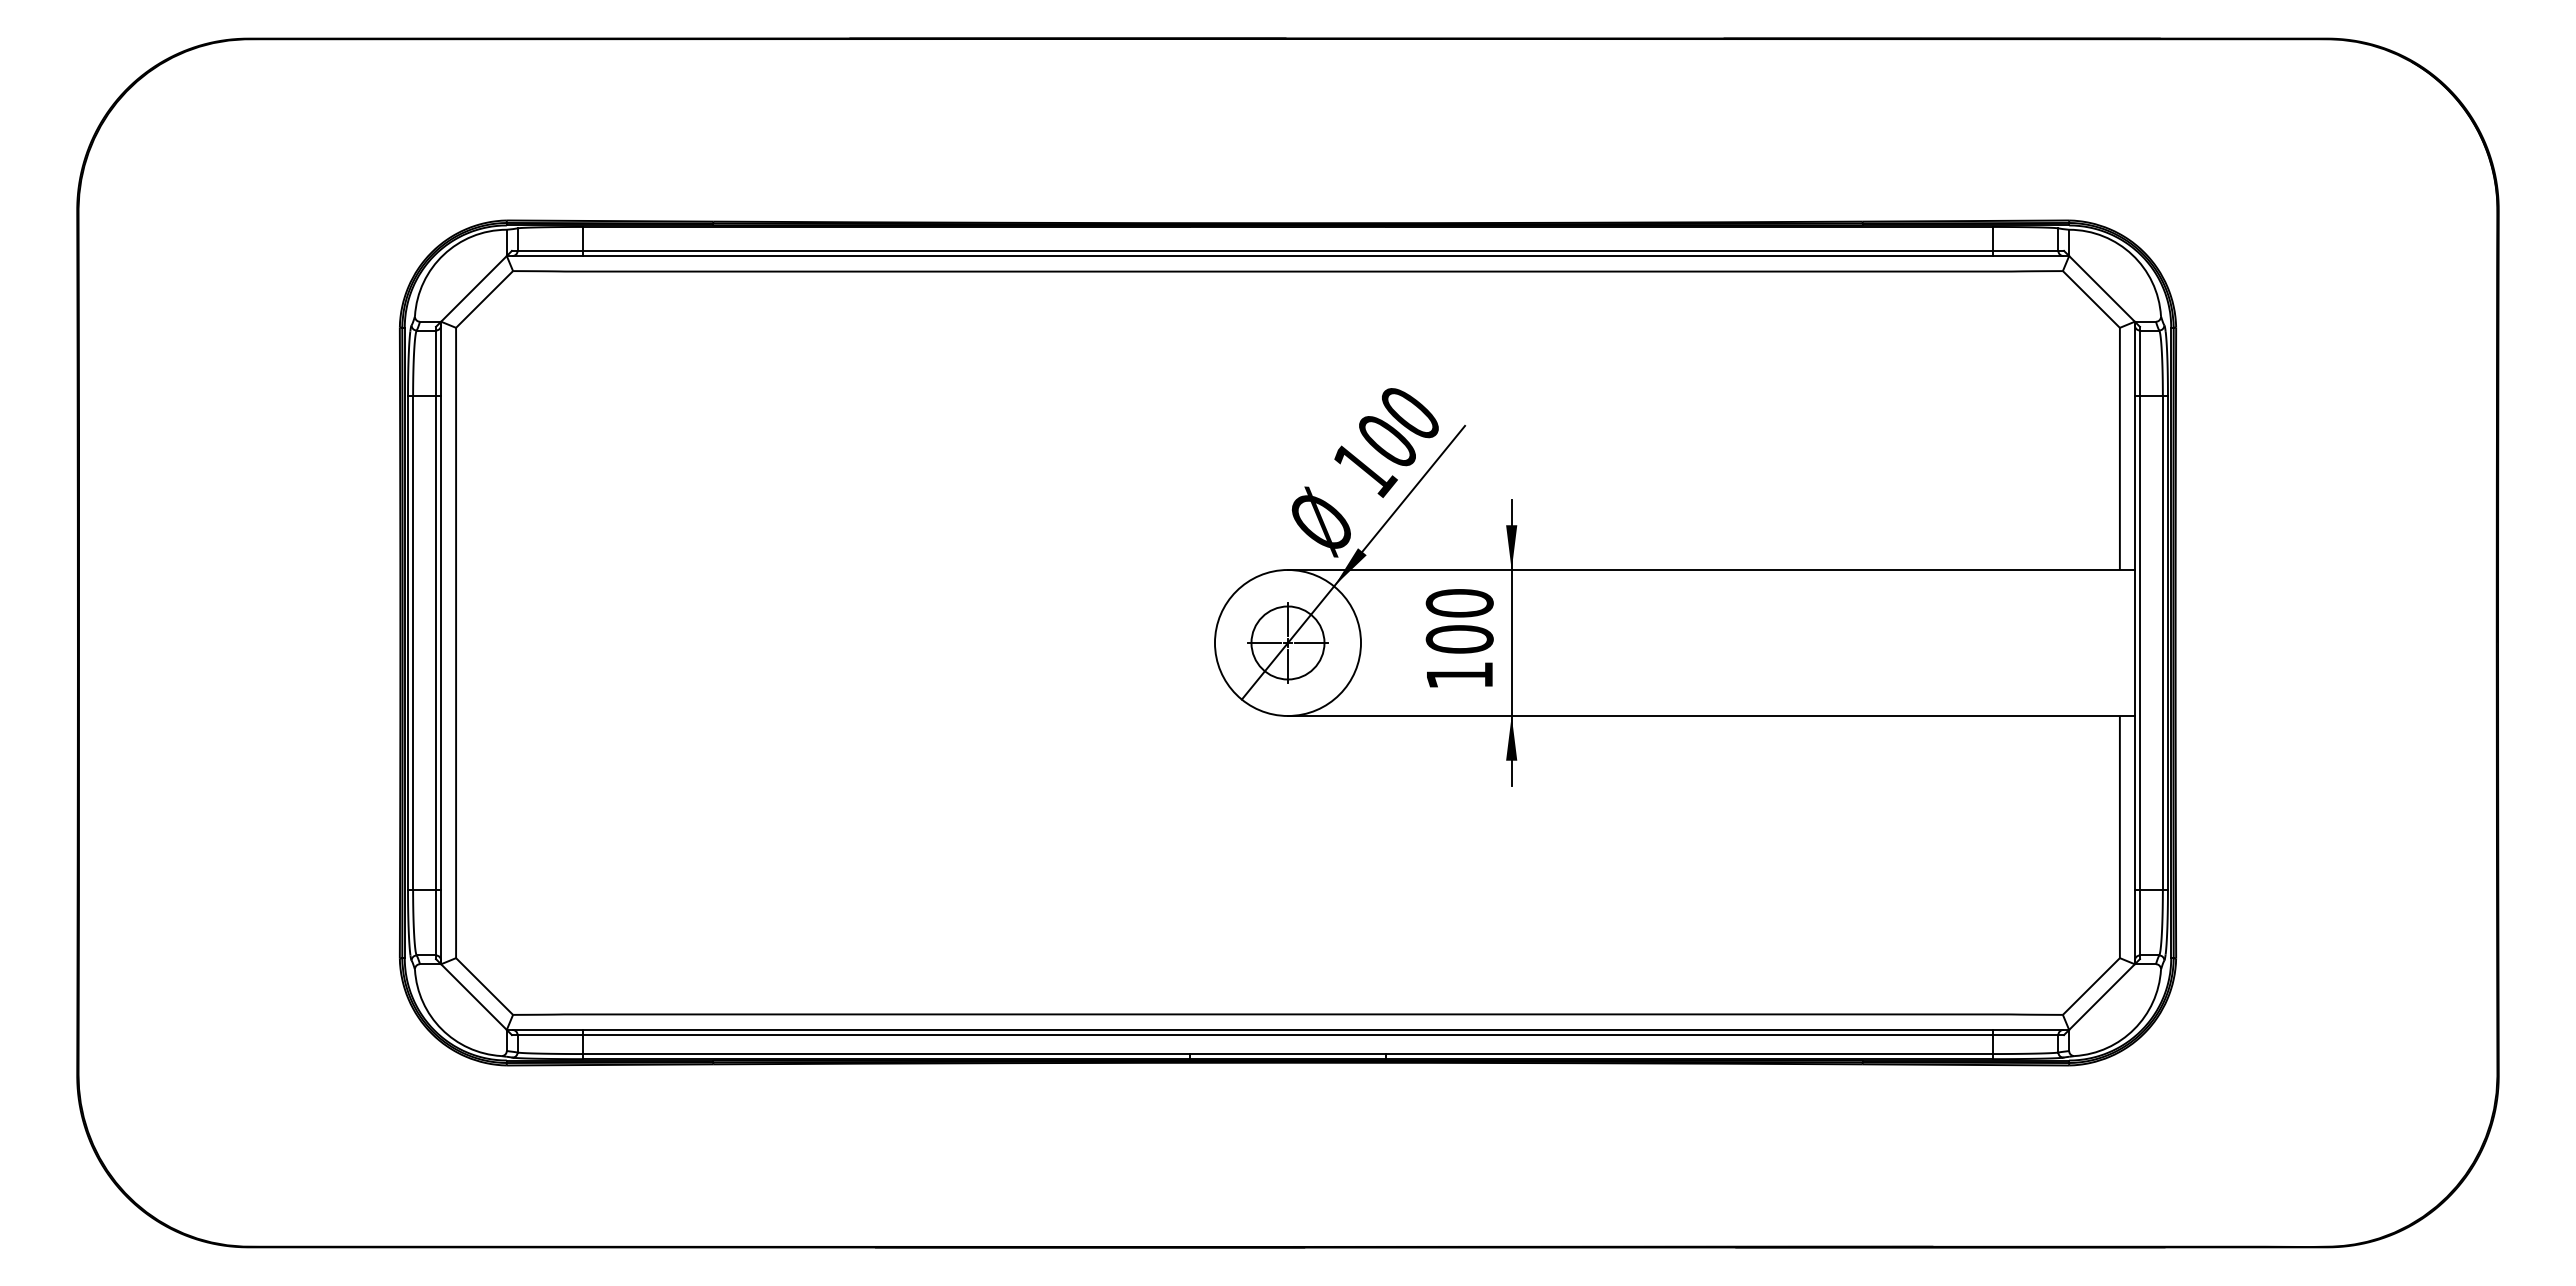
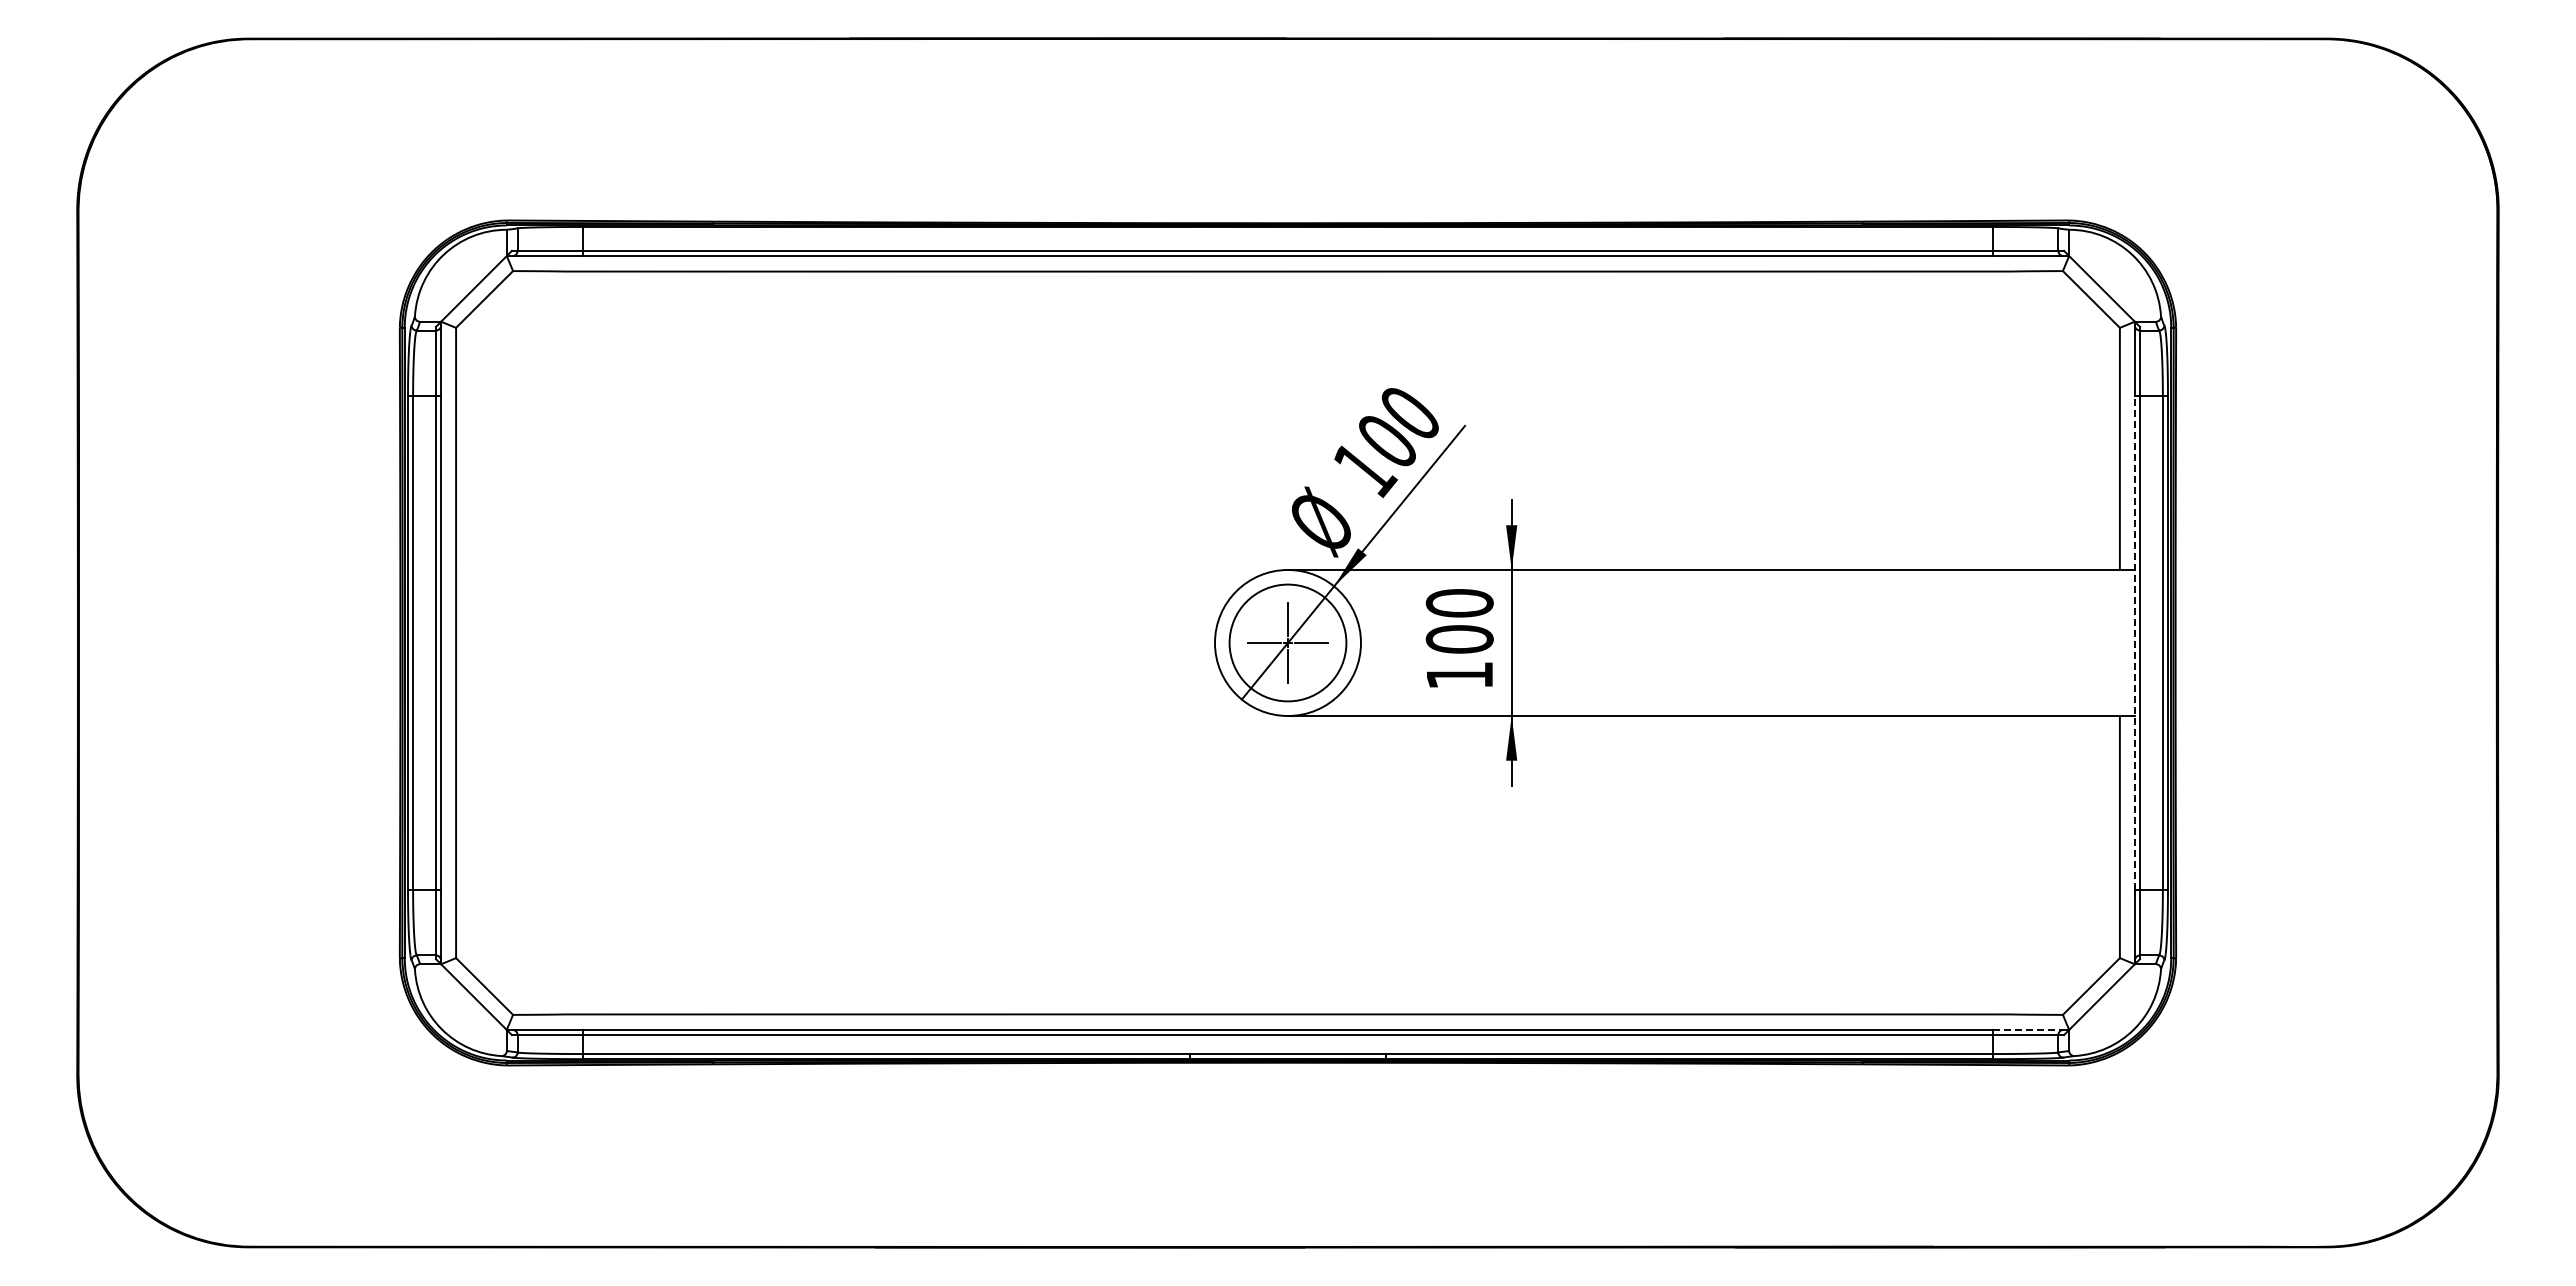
circle at (1287, 642) diameter: 73 px -> 117 px
line at (2134, 642): solid -> dashed
line at (2028, 1029): solid -> dashed
